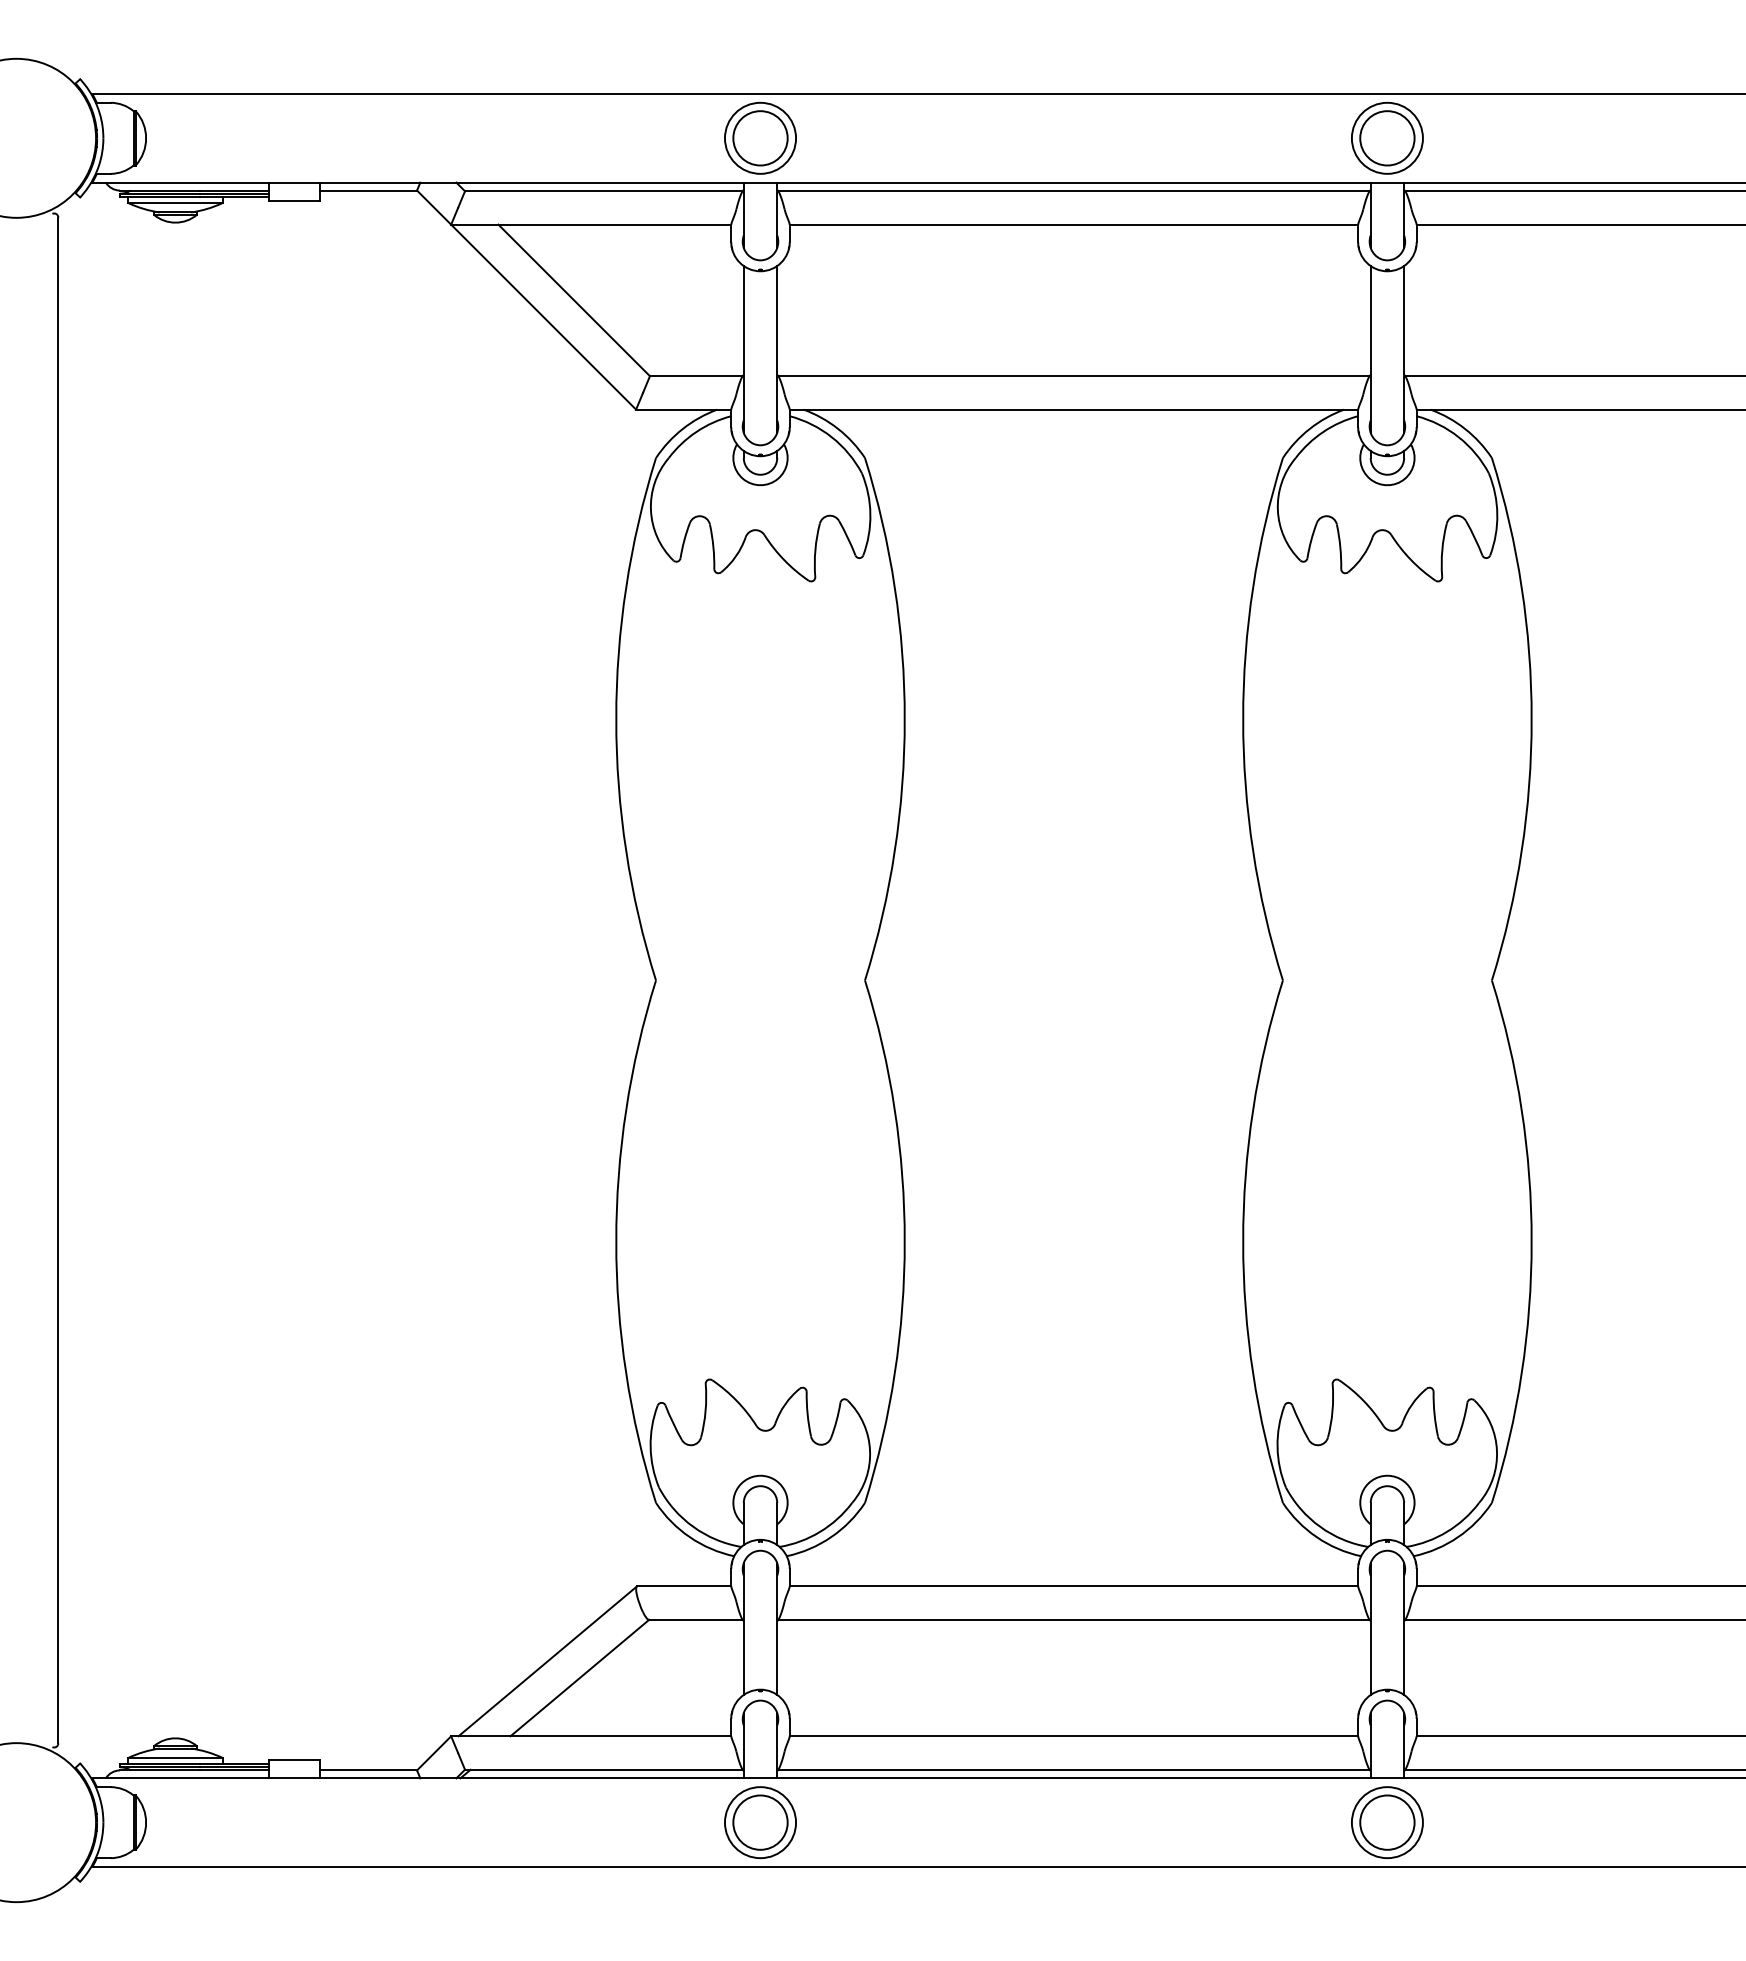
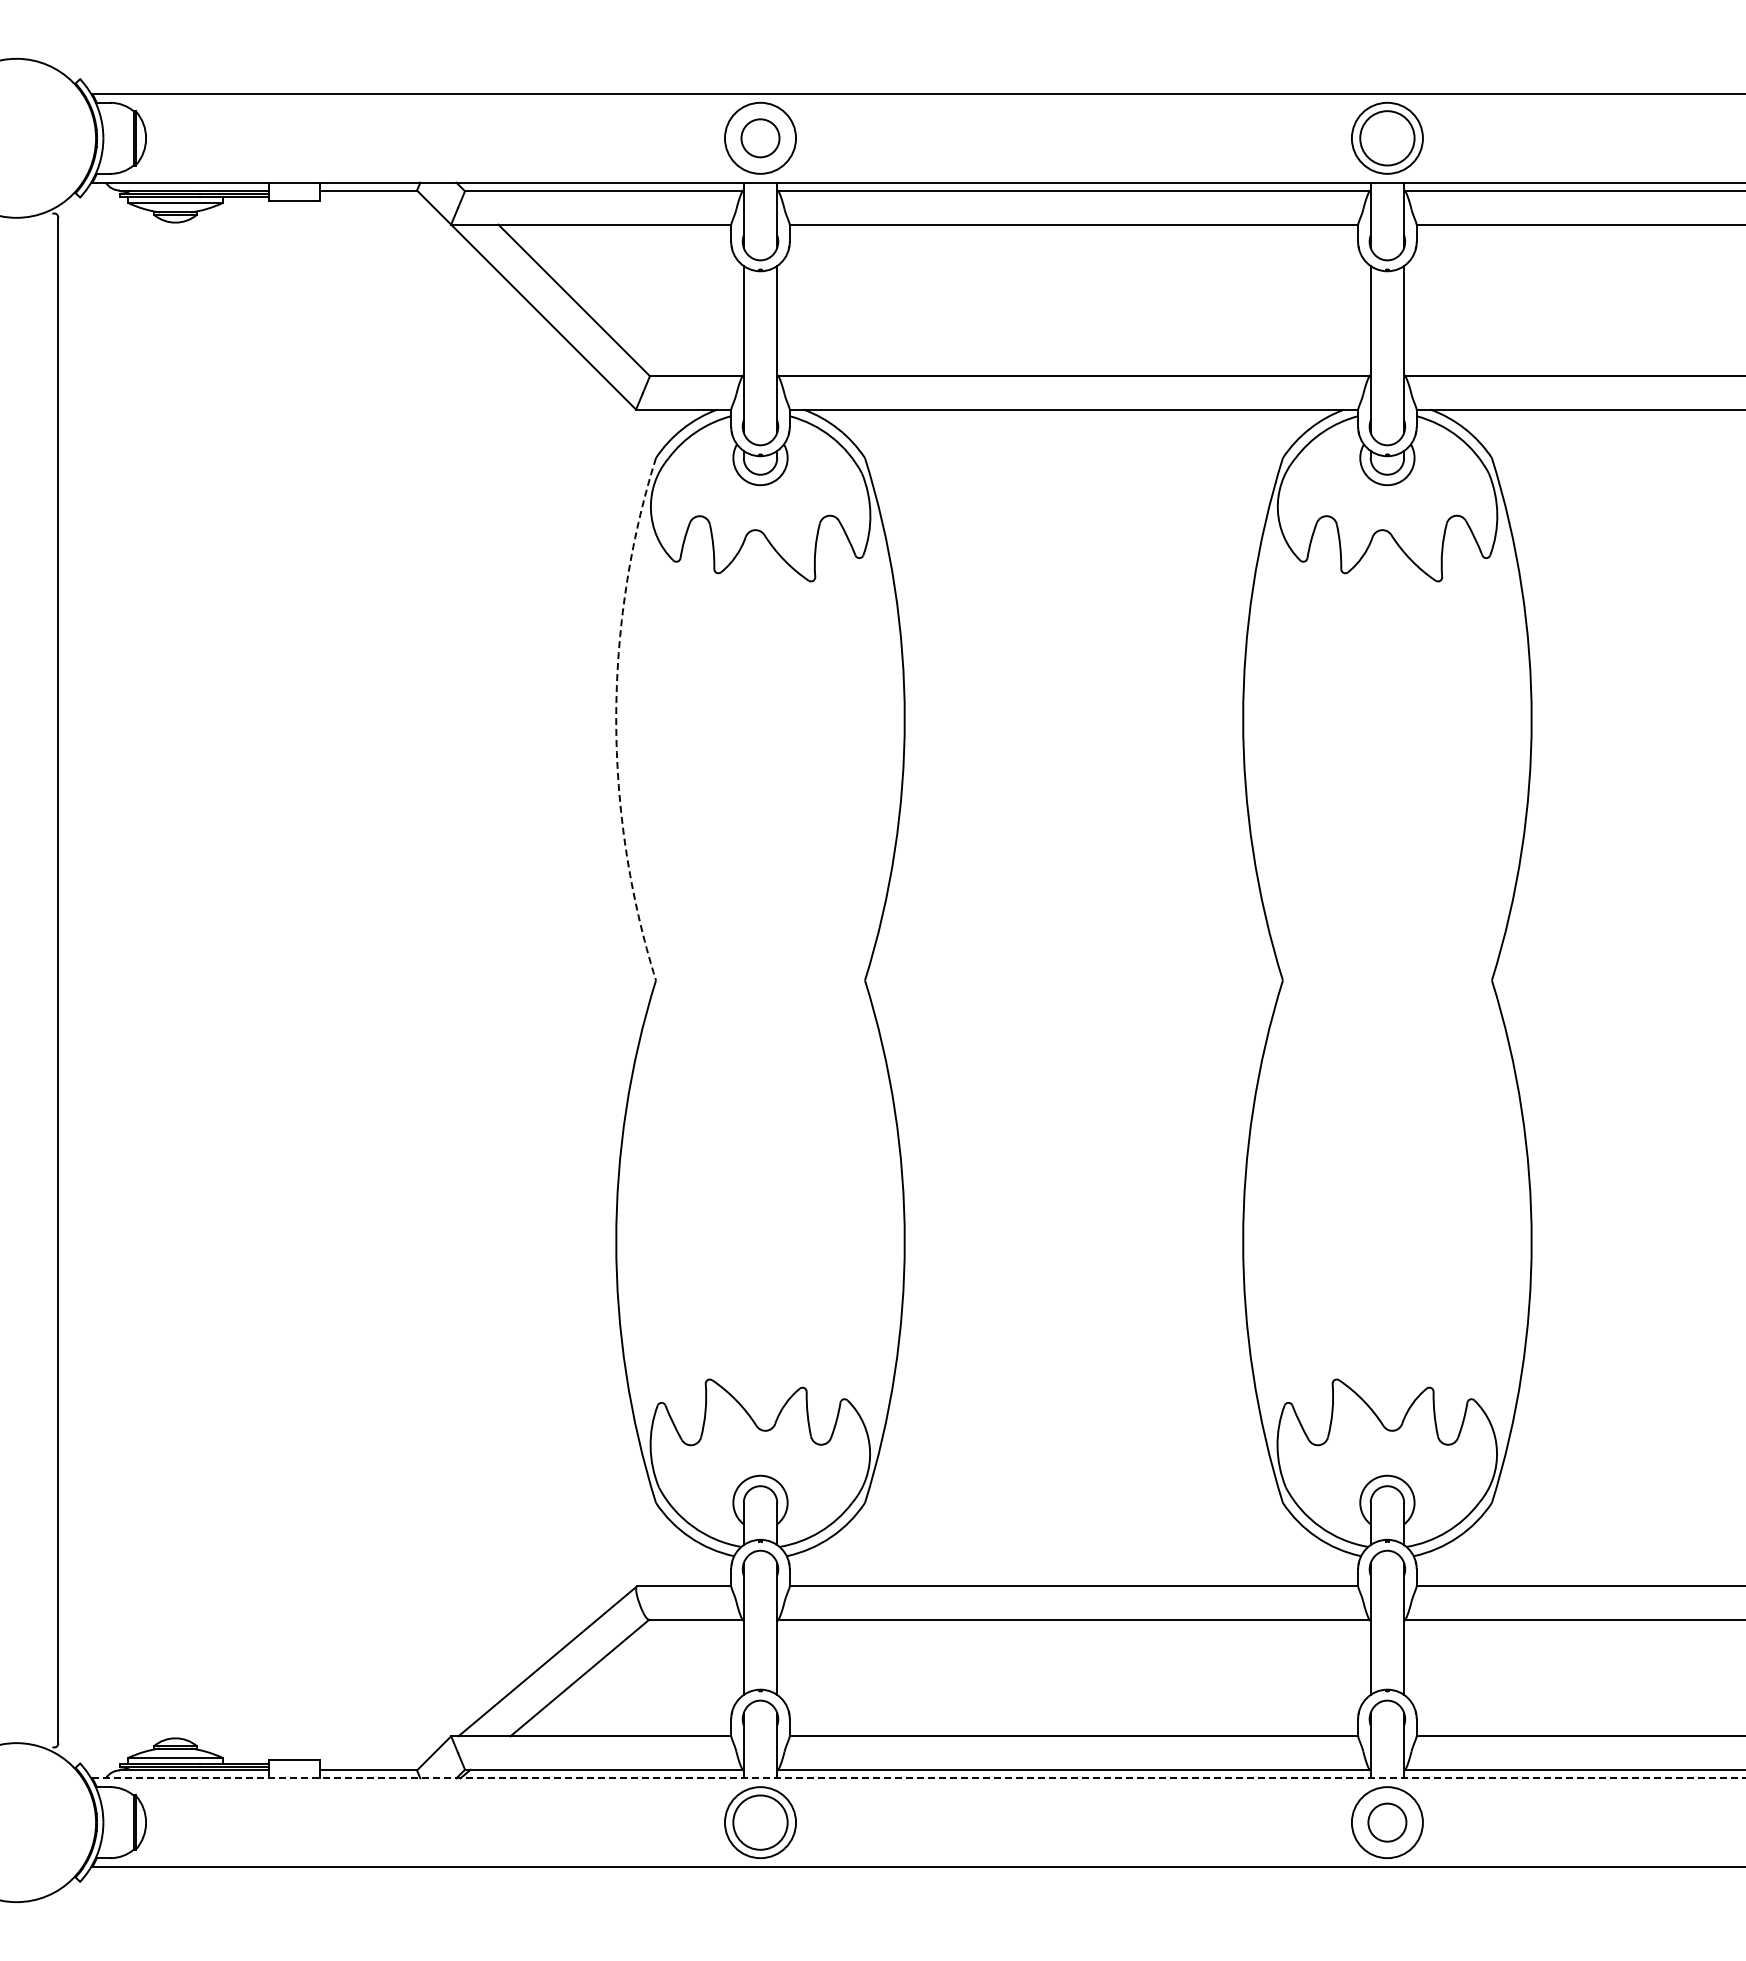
circle at (760, 138) diameter: 54 px -> 38 px
arc at (616, 719): solid -> dashed
line at (919, 1778): solid -> dashed
circle at (1387, 1822) diameter: 54 px -> 38 px
